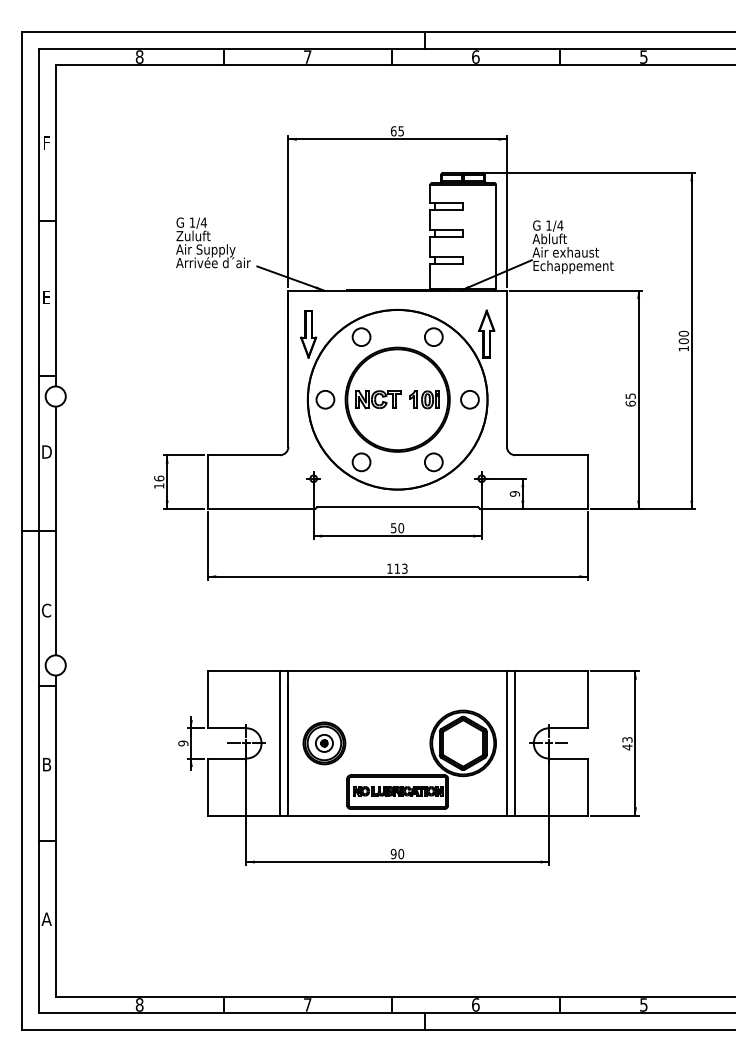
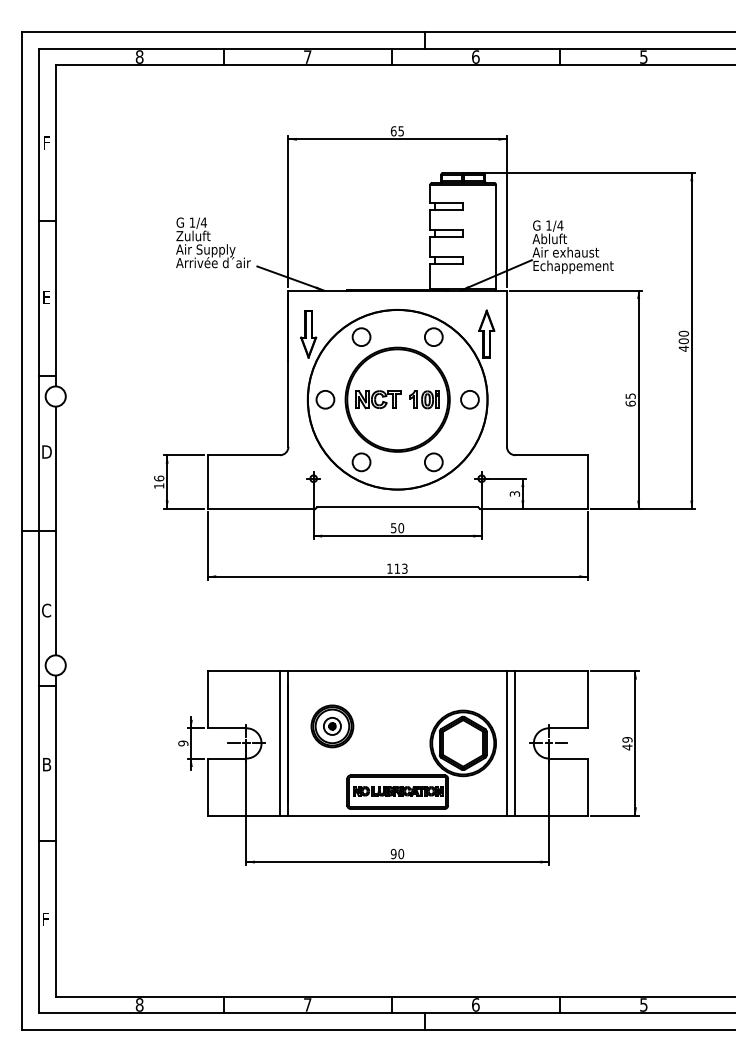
text at (683, 348): 100 -> 400
text at (514, 493): 9 -> 3
text at (627, 739): 43 -> 49
part at (324, 743) position: (324, 743) -> (332, 726)
text at (46, 918): A -> F
